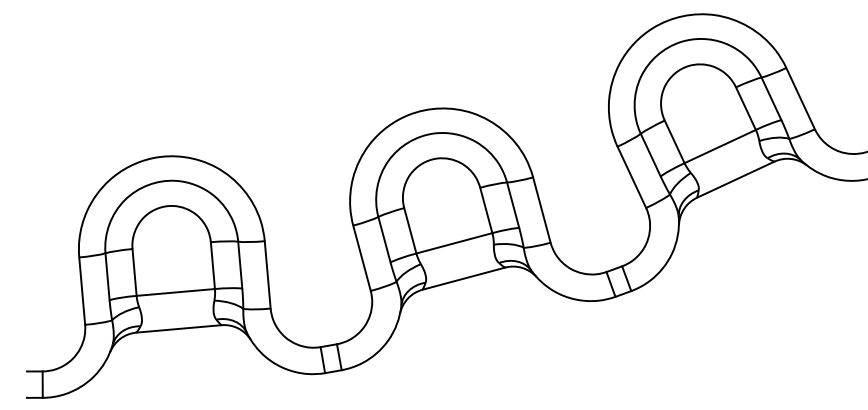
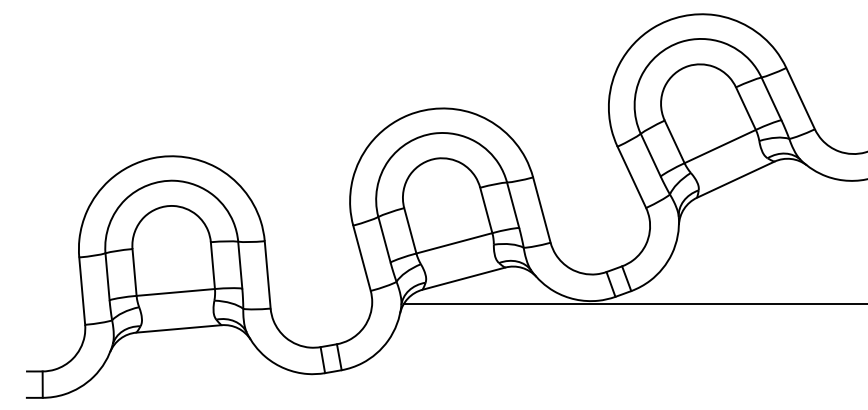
line at (633, 303): none -> present
